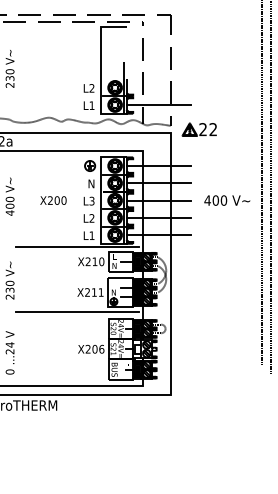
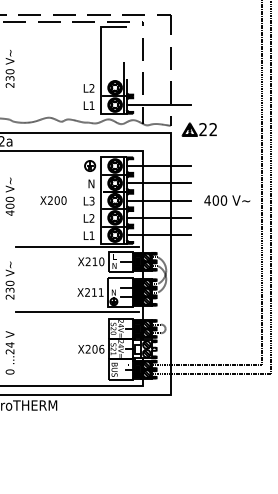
line at (207, 365): none -> present
line at (211, 373): none -> present
